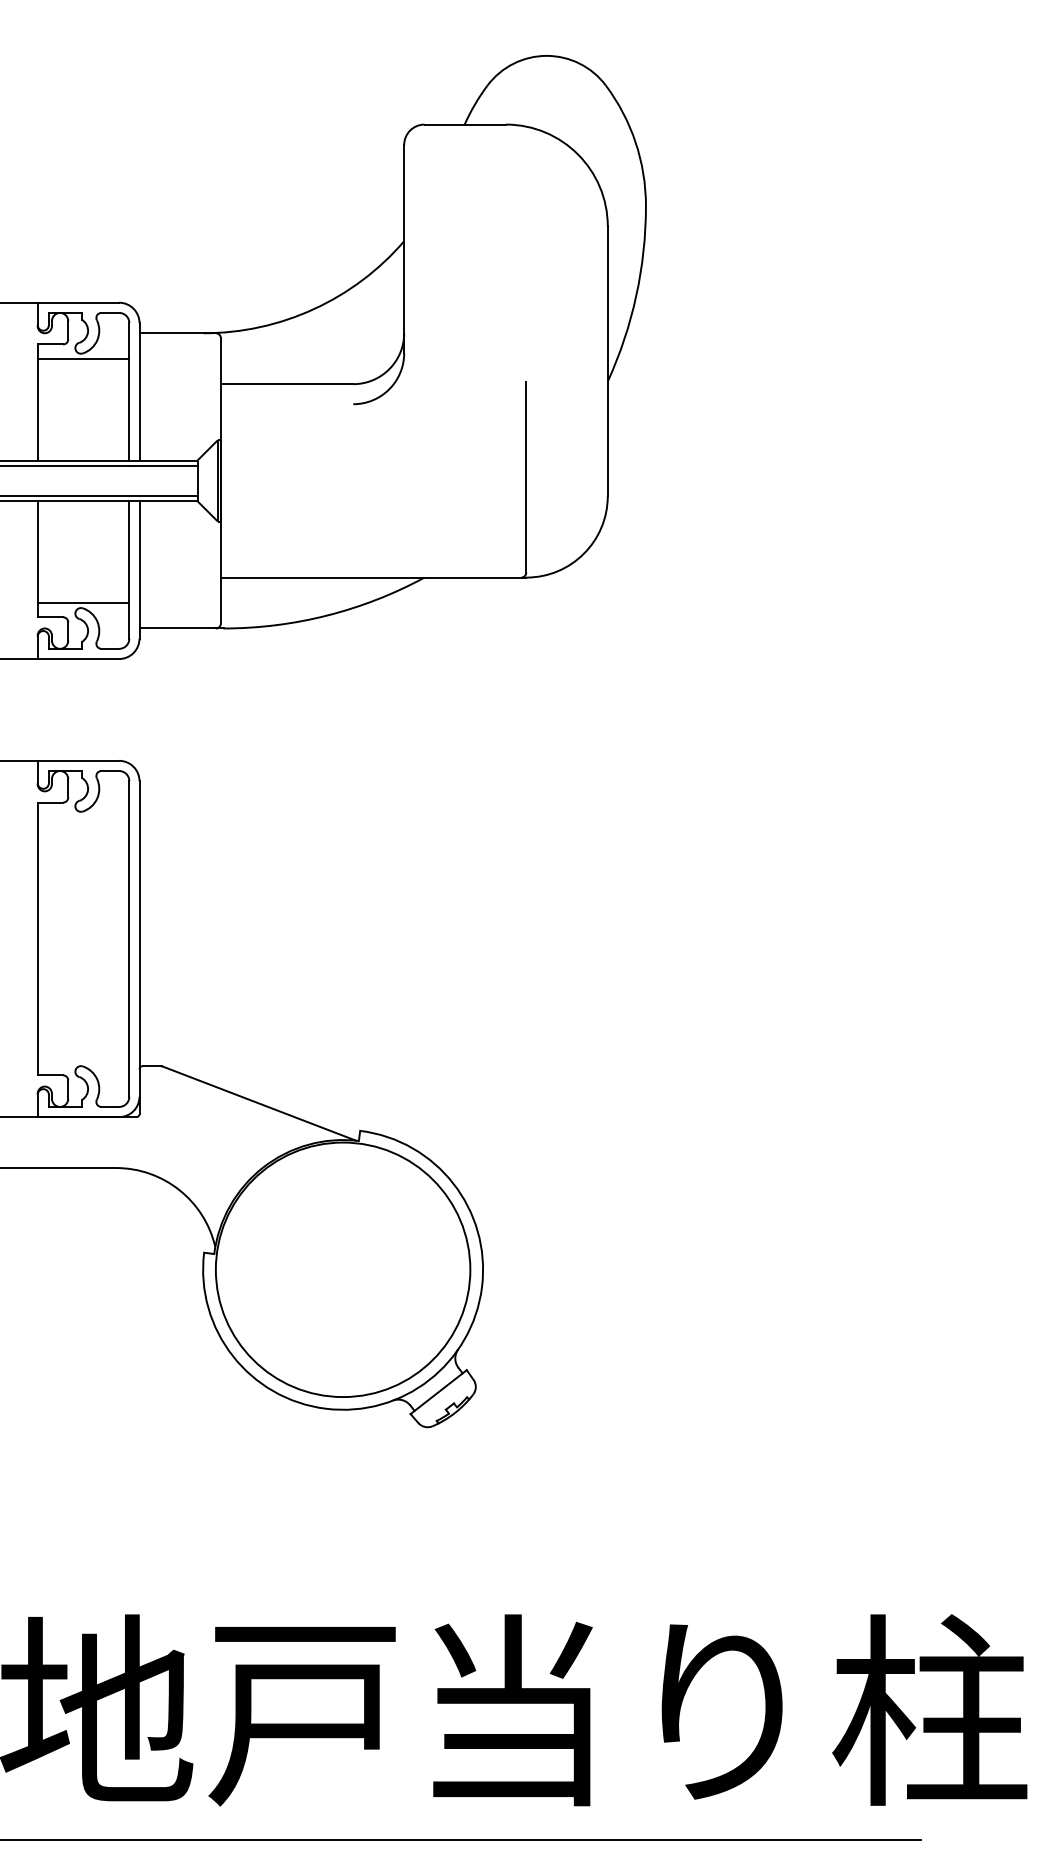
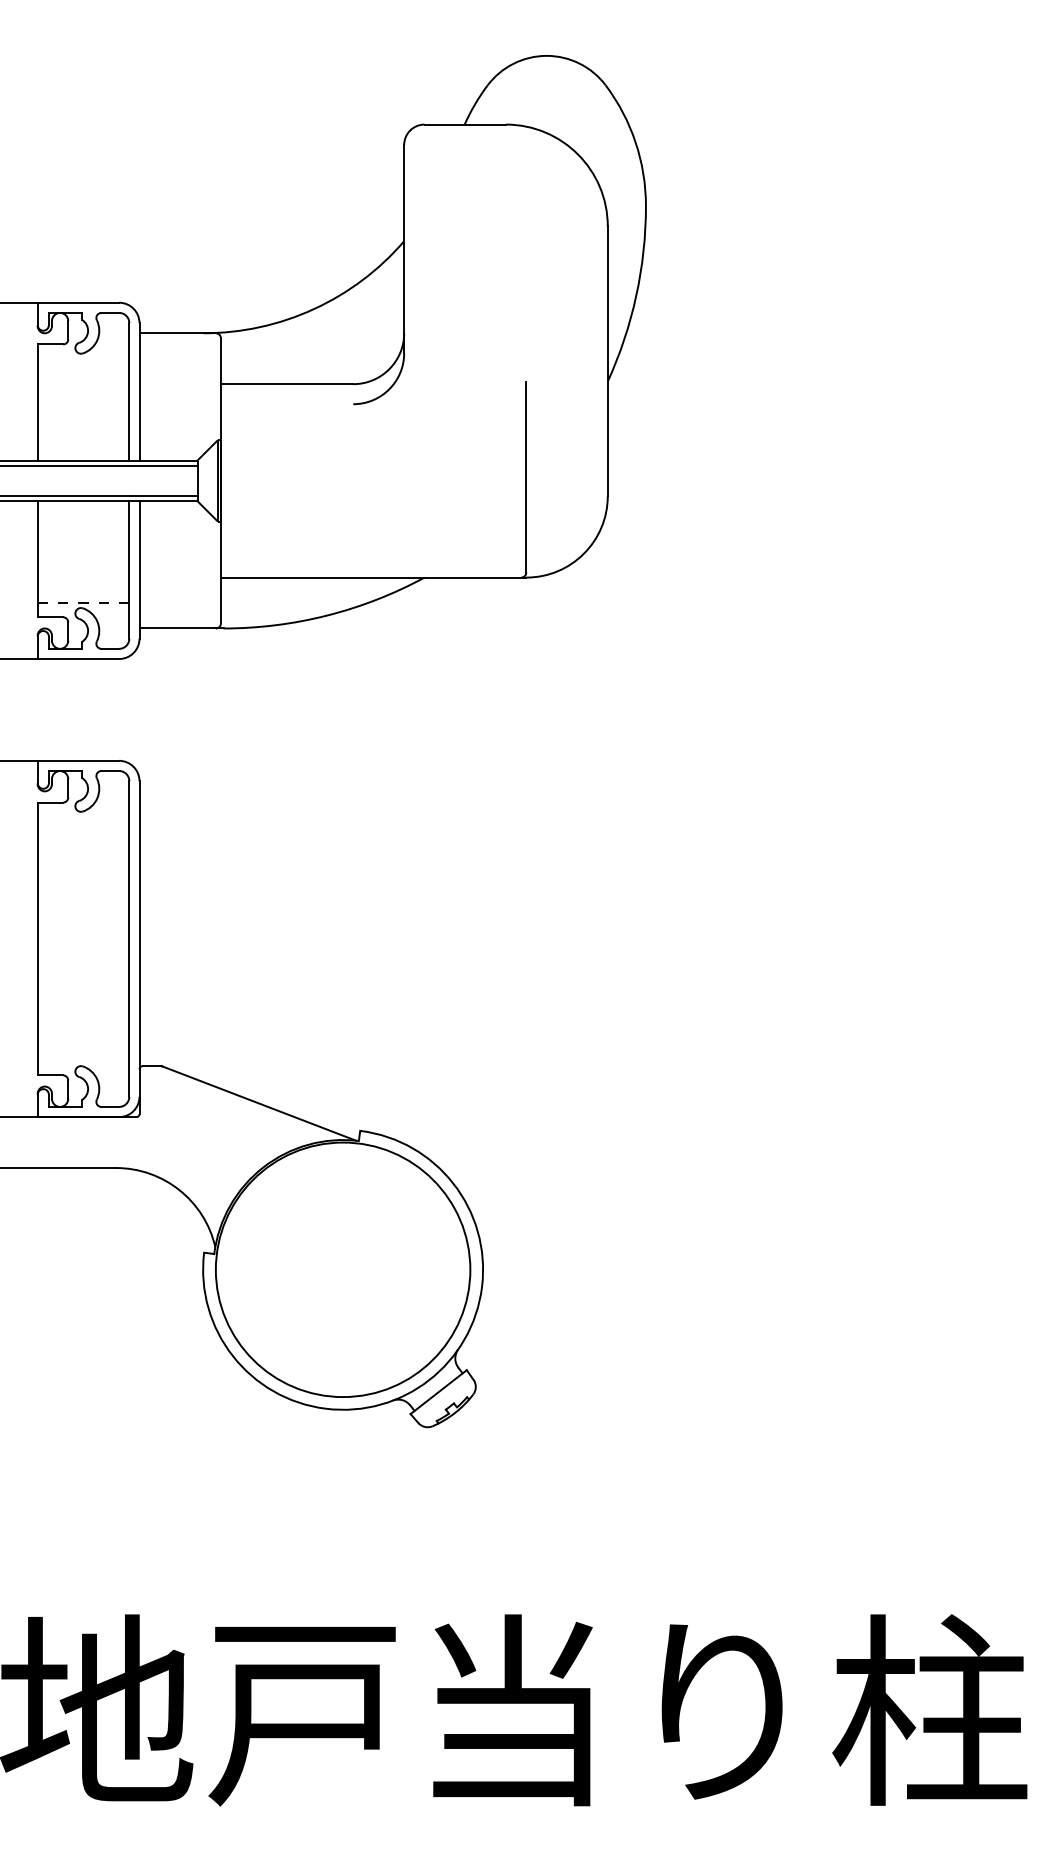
line at (83, 358): present -> none
line at (83, 603): solid -> dashed
line at (461, 1840): present -> none
